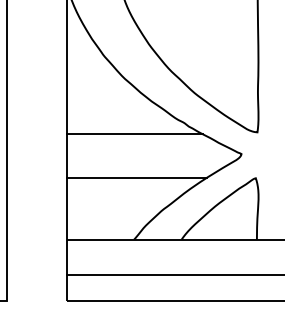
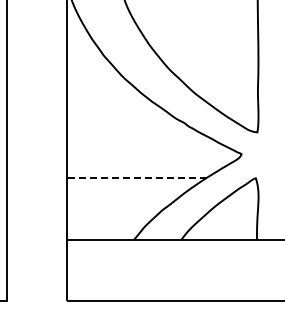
line at (135, 134): present -> none
line at (136, 178): solid -> dashed
line at (174, 274): present -> none
